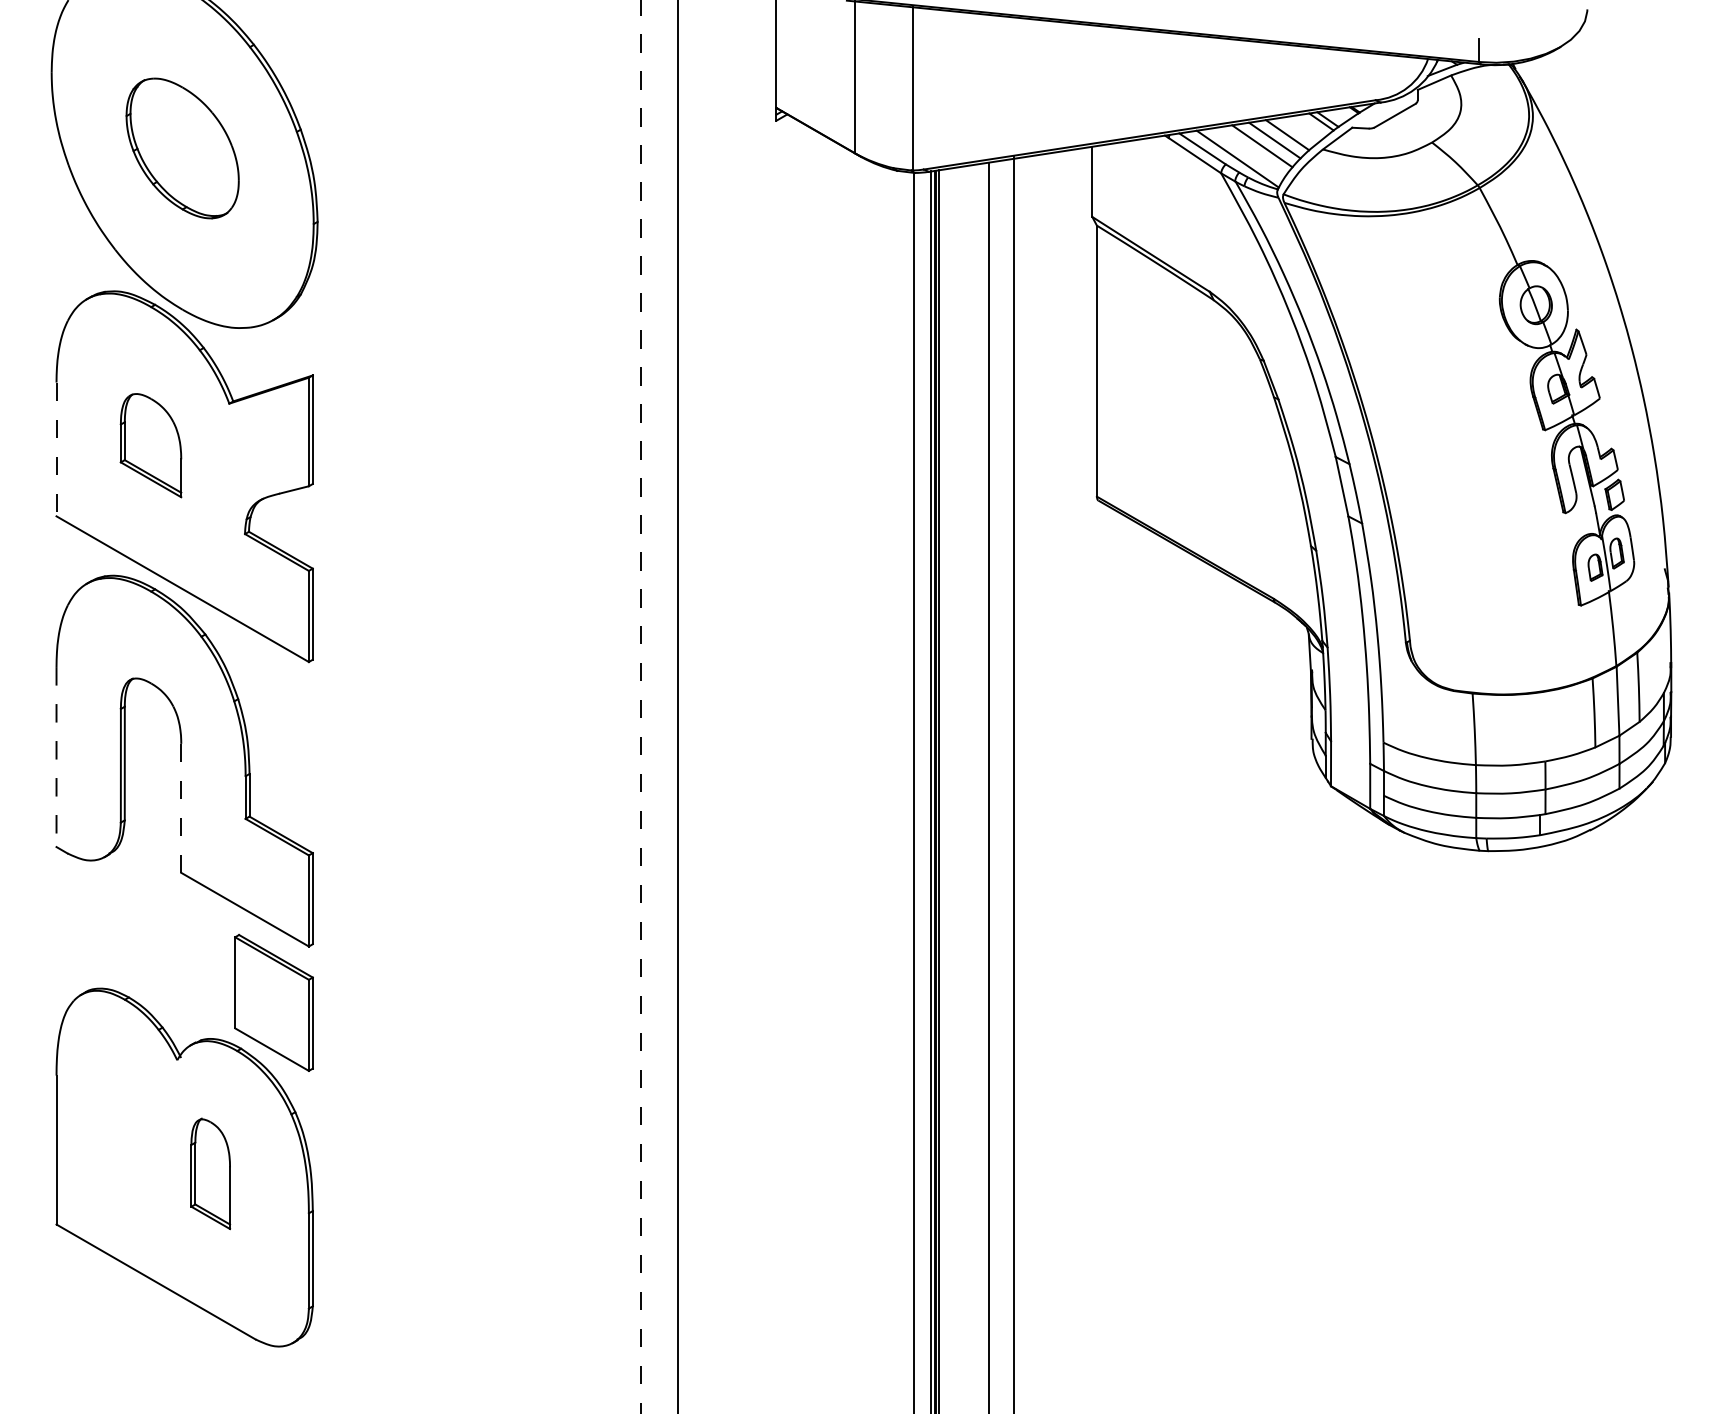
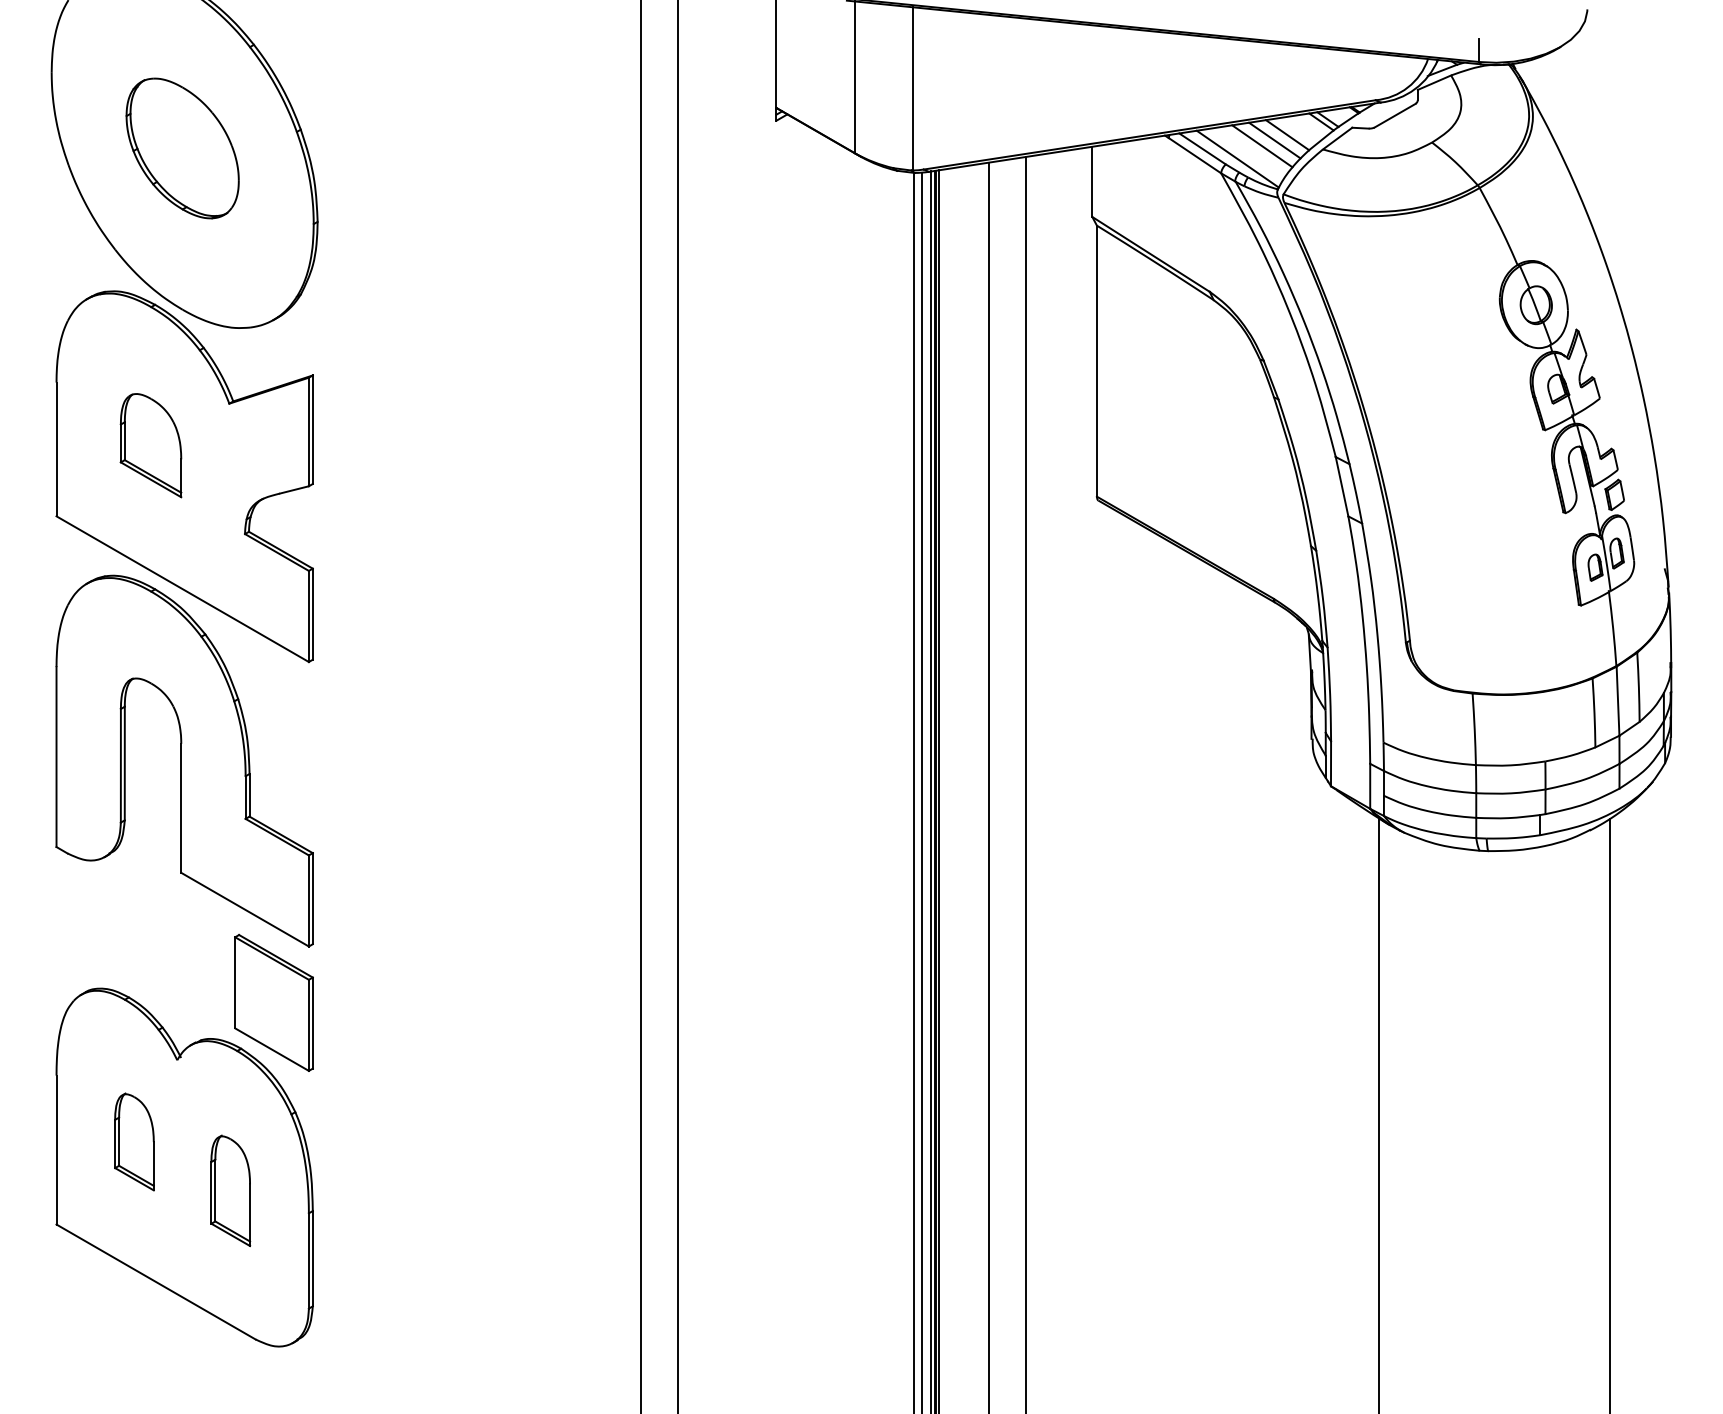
line at (56, 449): dashed -> solid
line at (641, 707): dashed -> solid
line at (56, 757): dashed -> solid
line at (1014, 783) position: (1014, 783) -> (1026, 783)
line at (921, 791): none -> present
line at (181, 808): dashed -> solid
line at (1379, 1114): none -> present
line at (1610, 1114): none -> present
part at (134, 1141): none -> present
part at (210, 1173) position: (210, 1173) -> (230, 1190)
